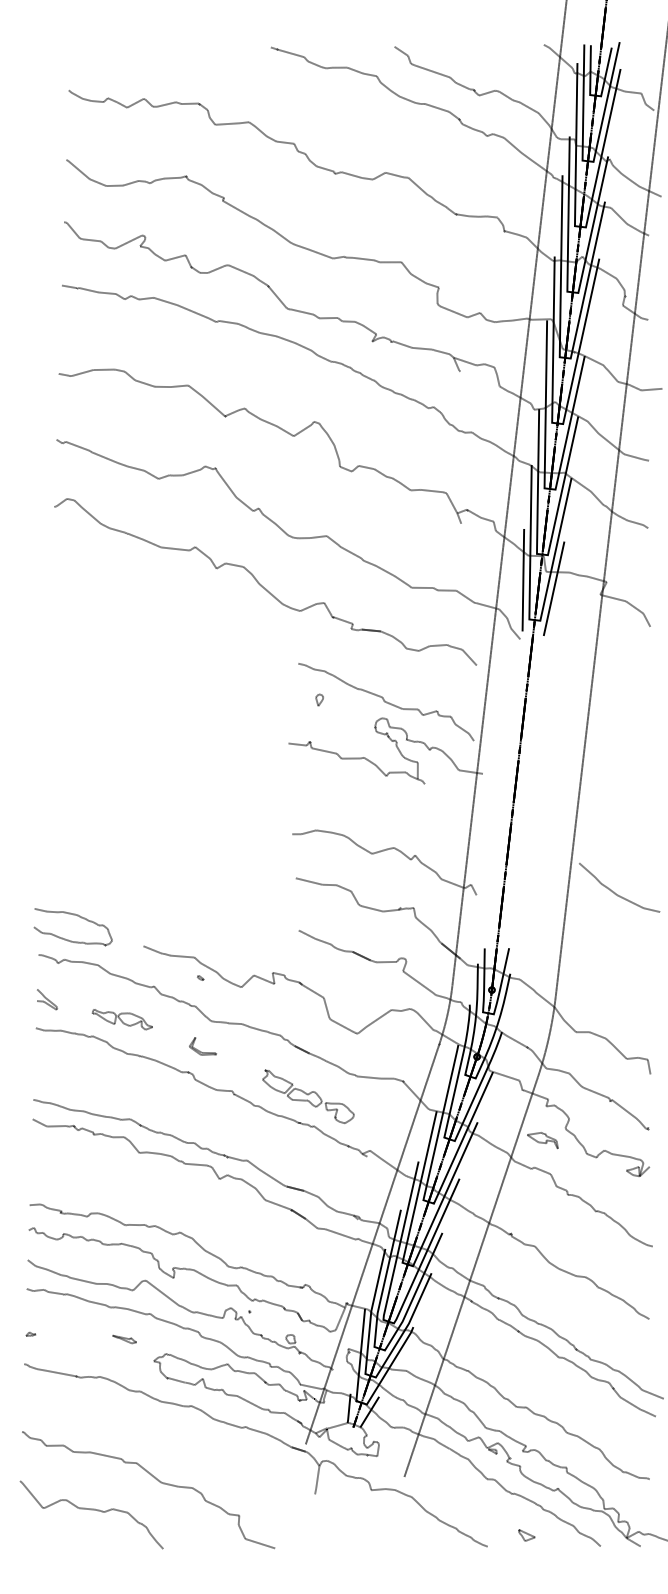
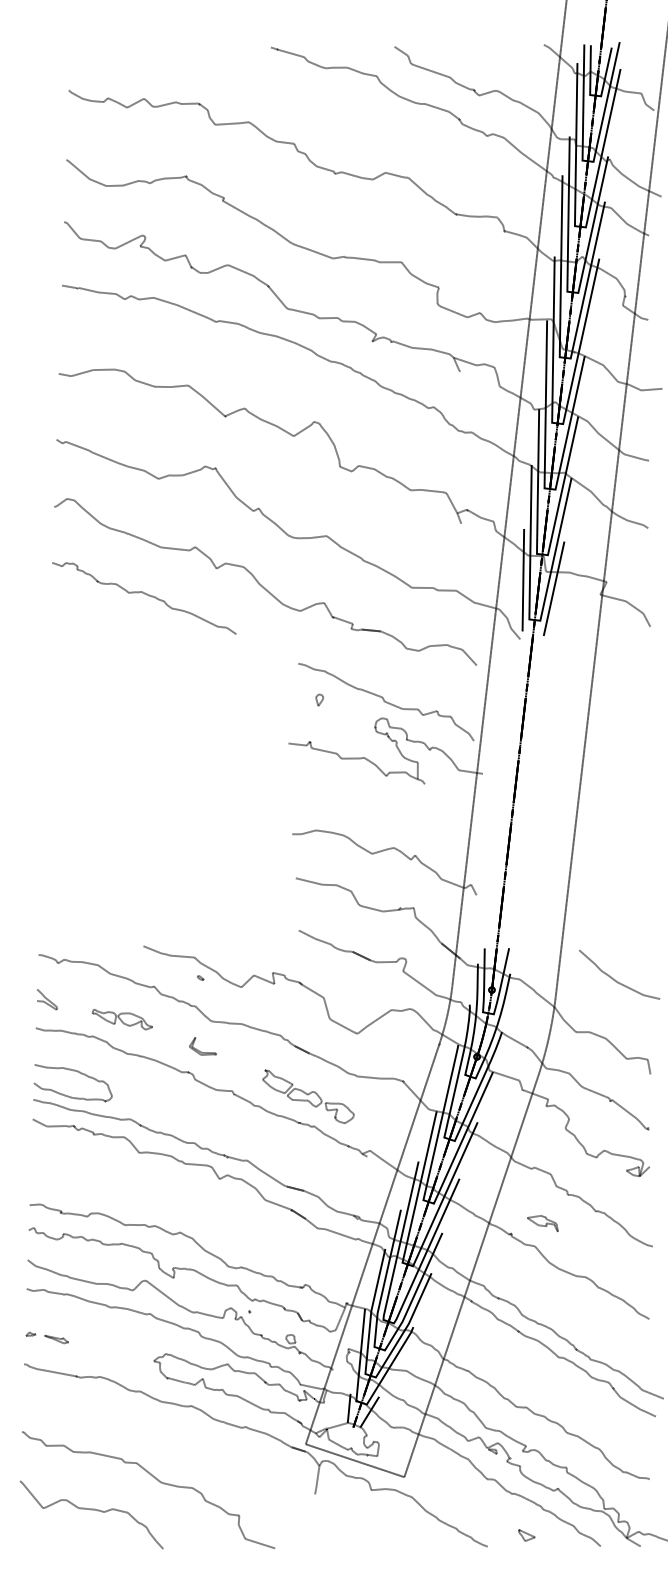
curve at (146, 595): none -> present
curve at (615, 892) position: (615, 892) -> (615, 979)
curve at (73, 915) position: (73, 915) -> (73, 1071)
part at (542, 1140) position: (542, 1140) -> (542, 1223)
part at (124, 1339) position: (124, 1339) -> (56, 1339)
line at (354, 1460): none -> present
